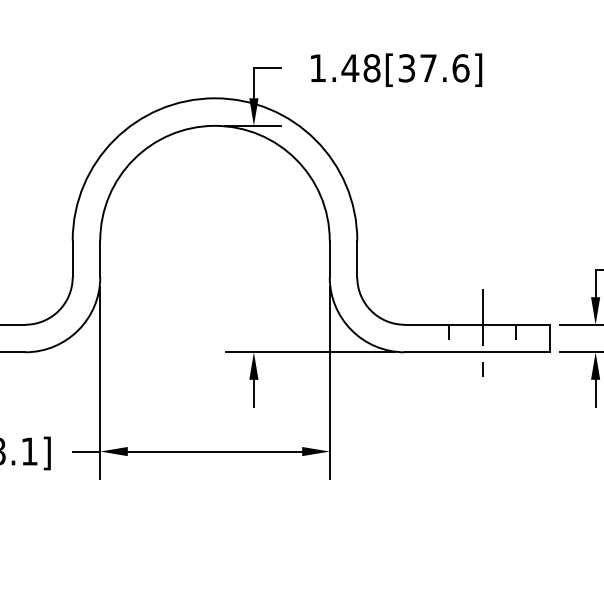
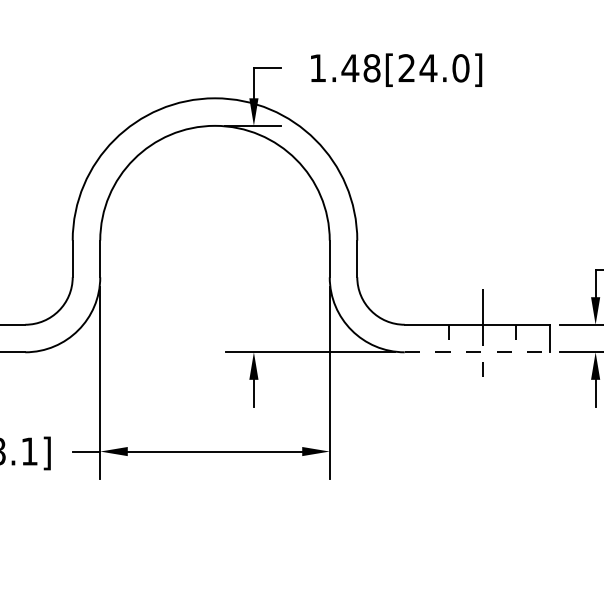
text at (433, 68): 1.48[37.6] -> 1.48[24.0]
line at (477, 352): solid -> dashed
